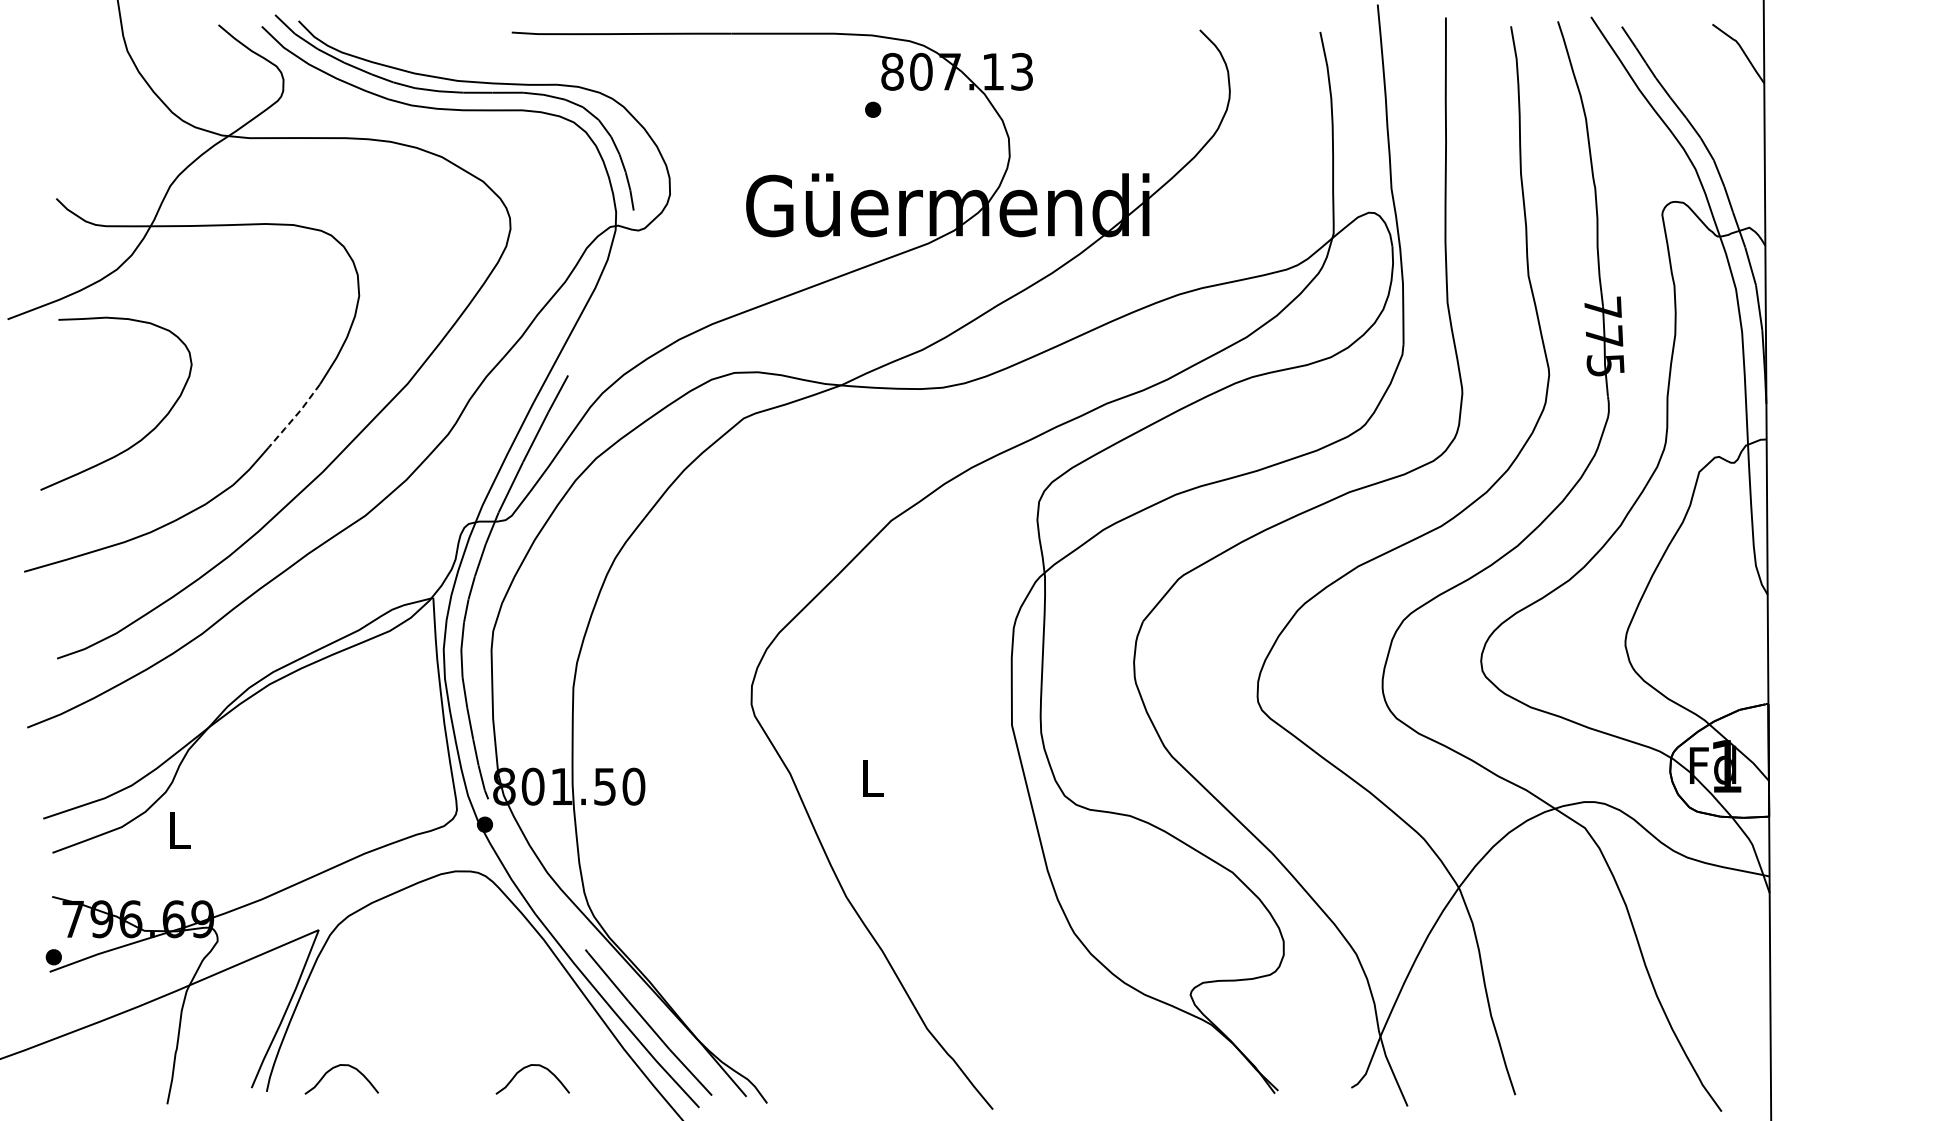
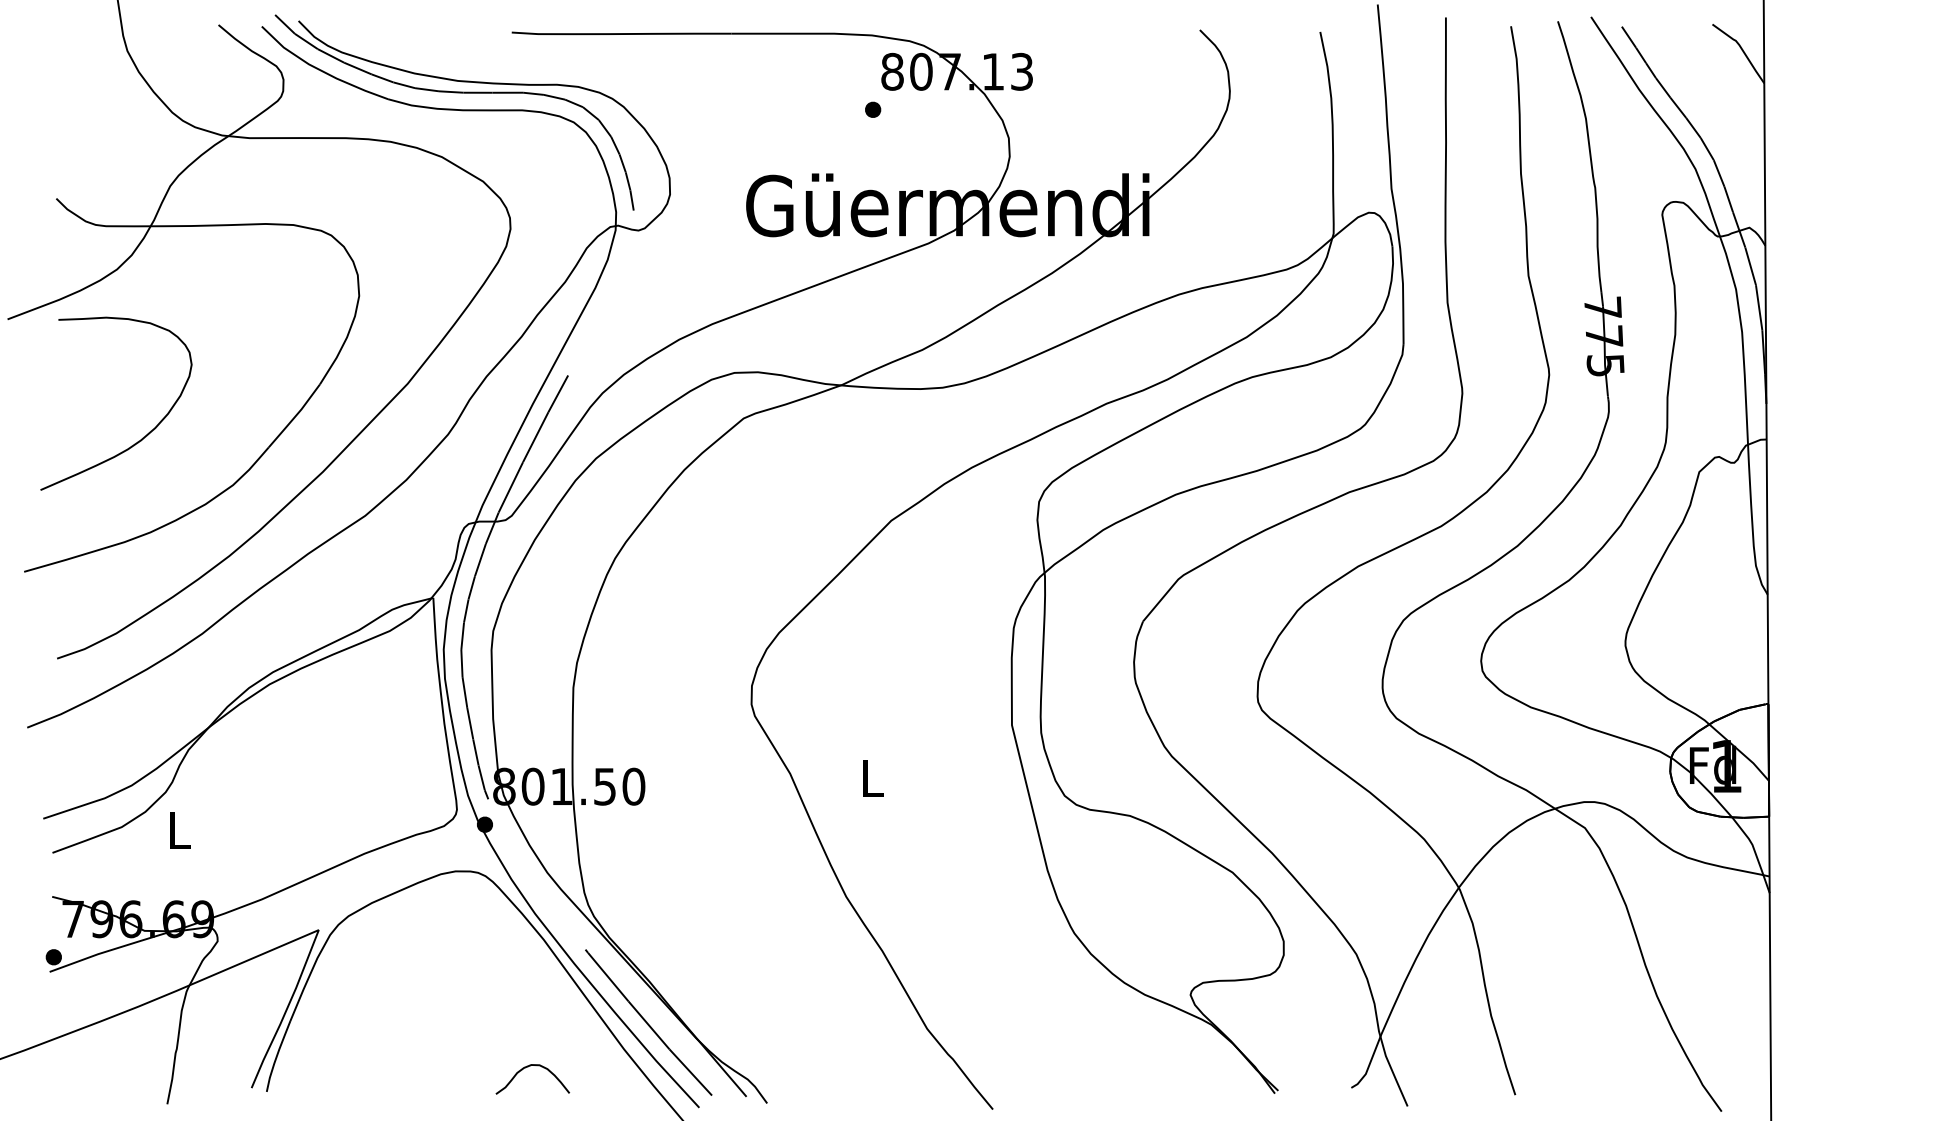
line at (295, 416): dashed -> solid
curve at (337, 1067): present -> none
